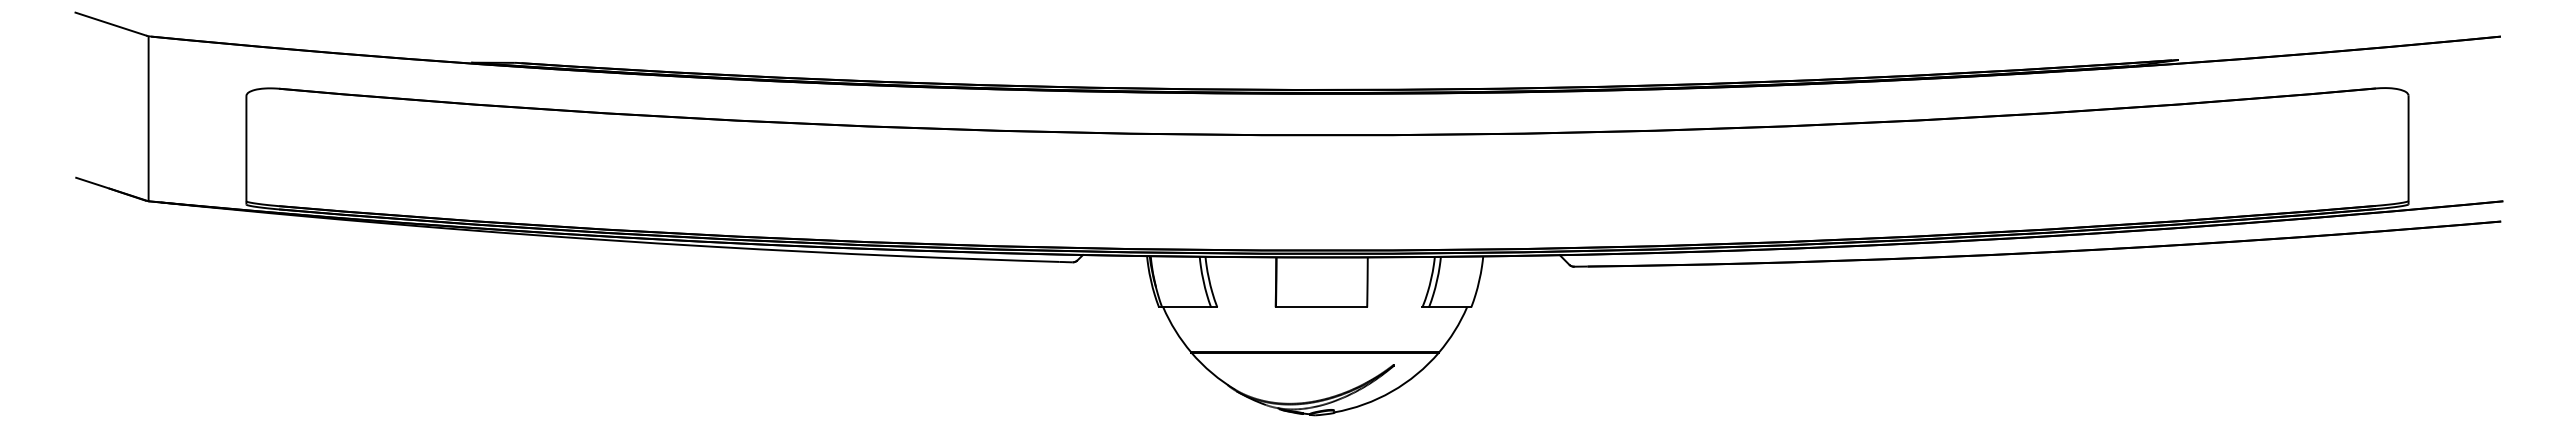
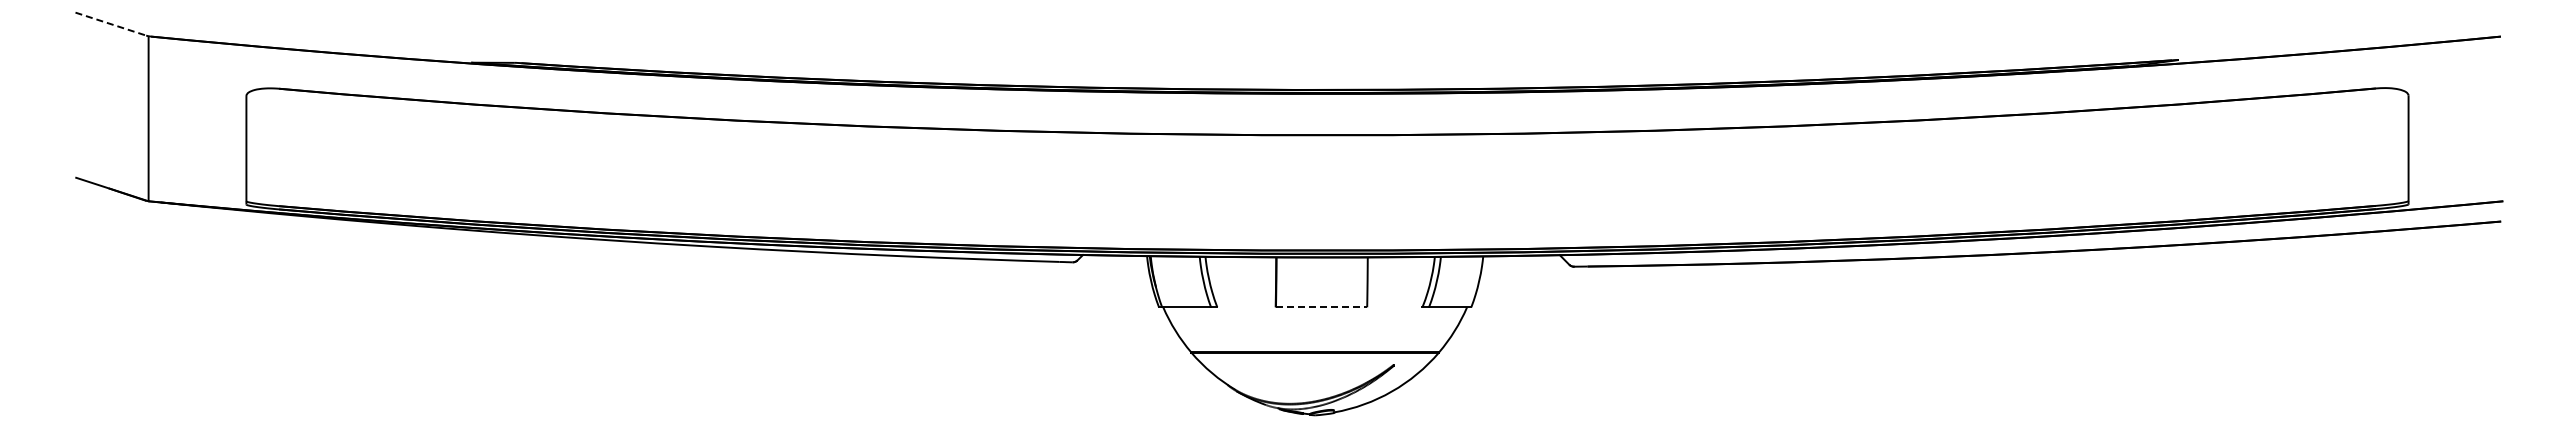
line at (111, 24): solid -> dashed
line at (1321, 307): solid -> dashed
